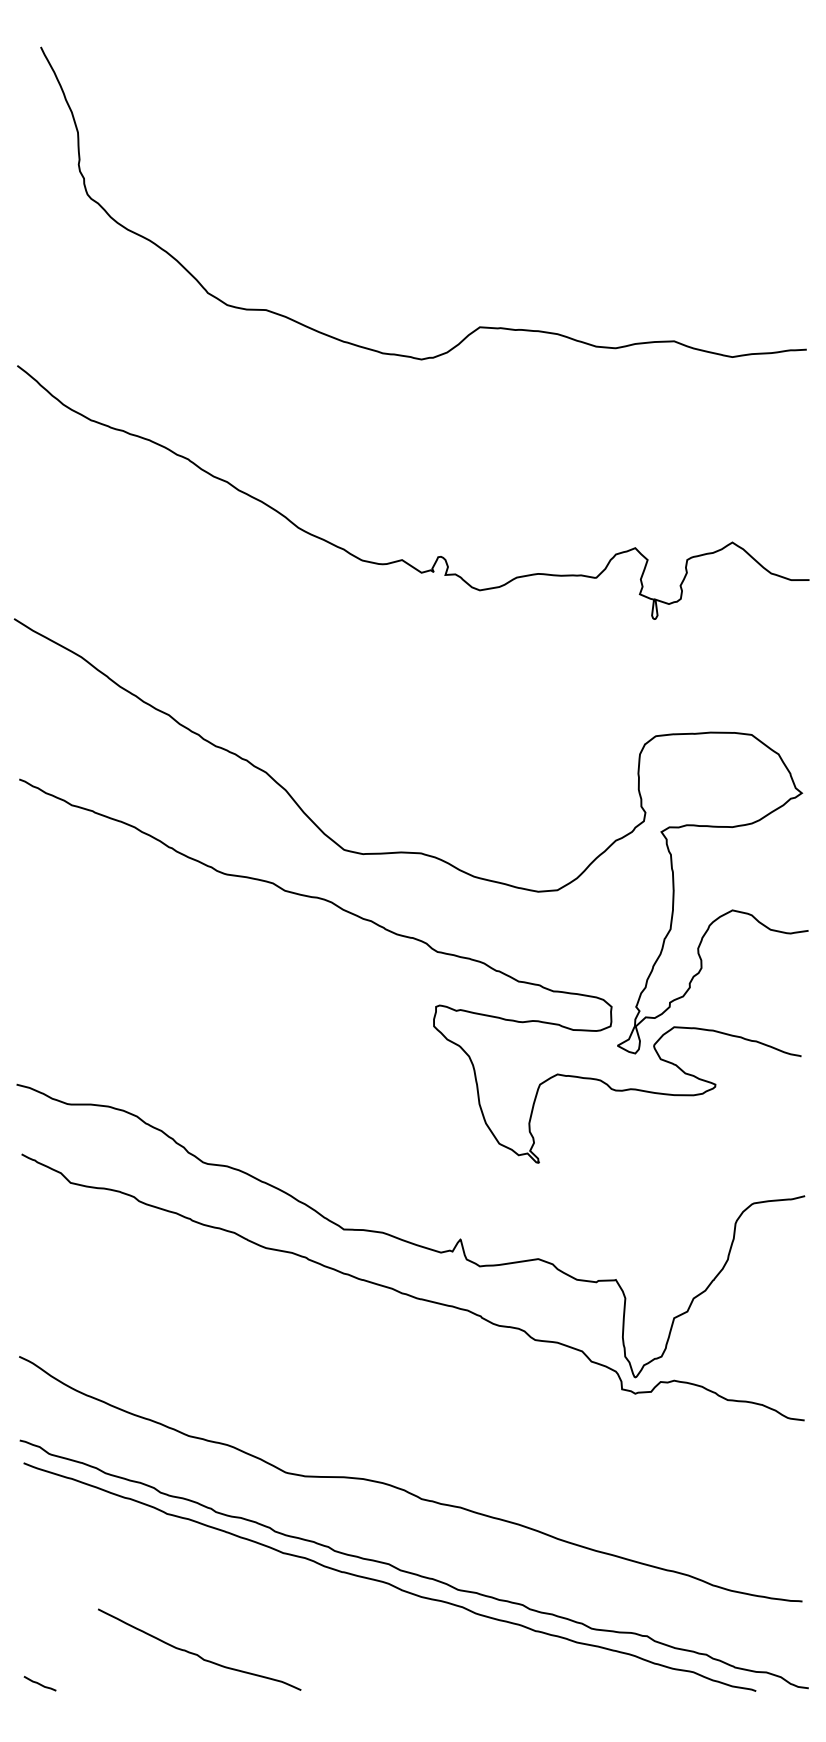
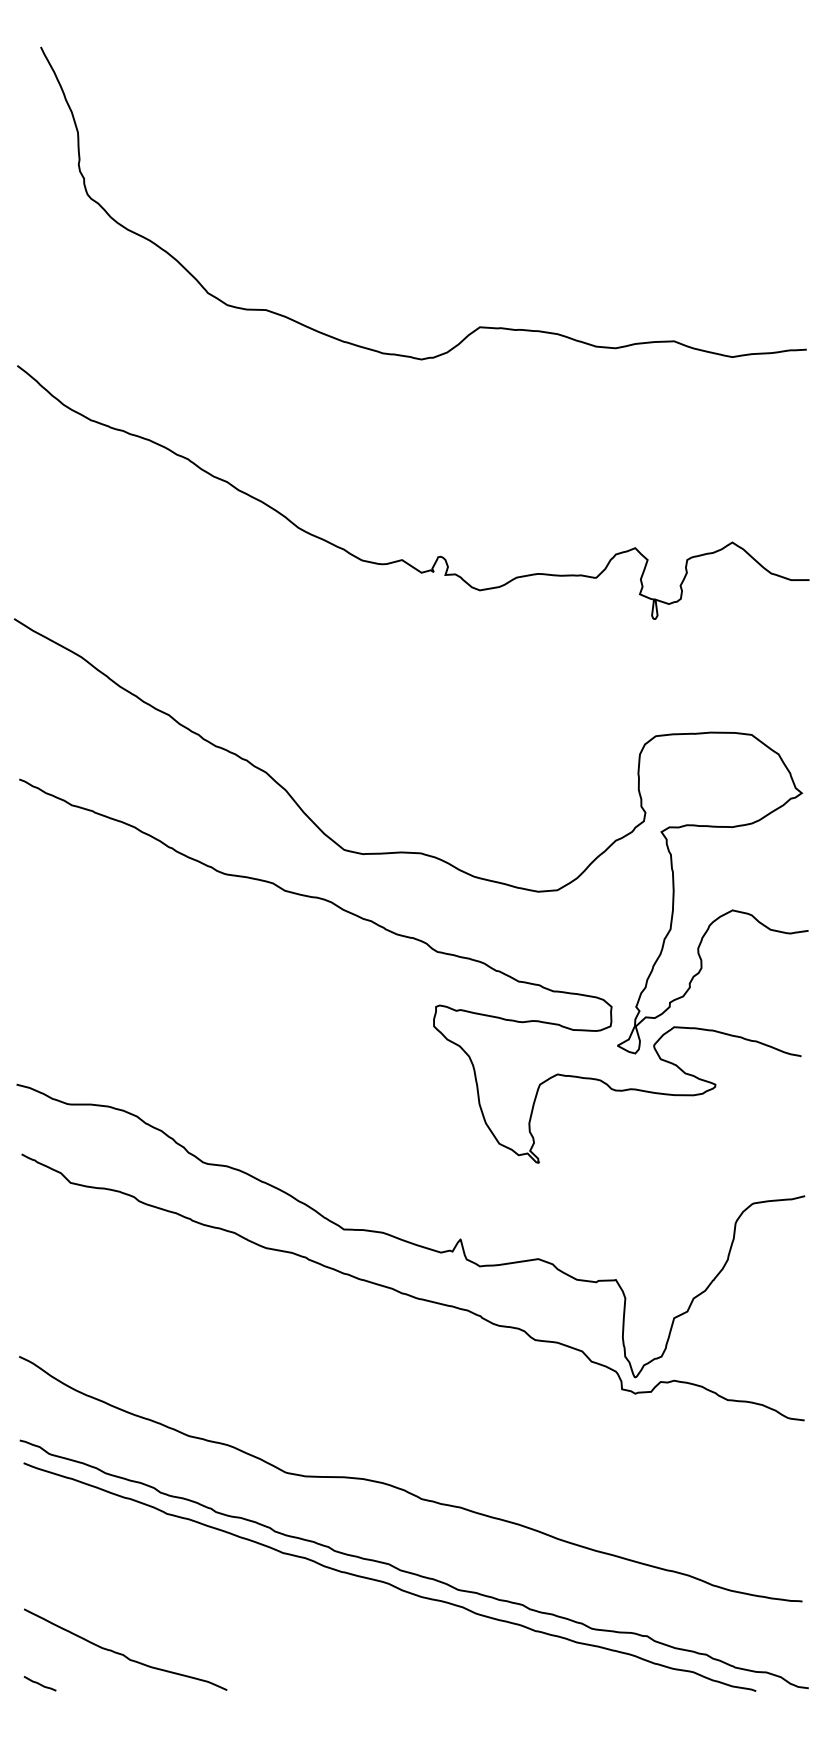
curve at (196, 1653) position: (196, 1653) -> (122, 1653)
